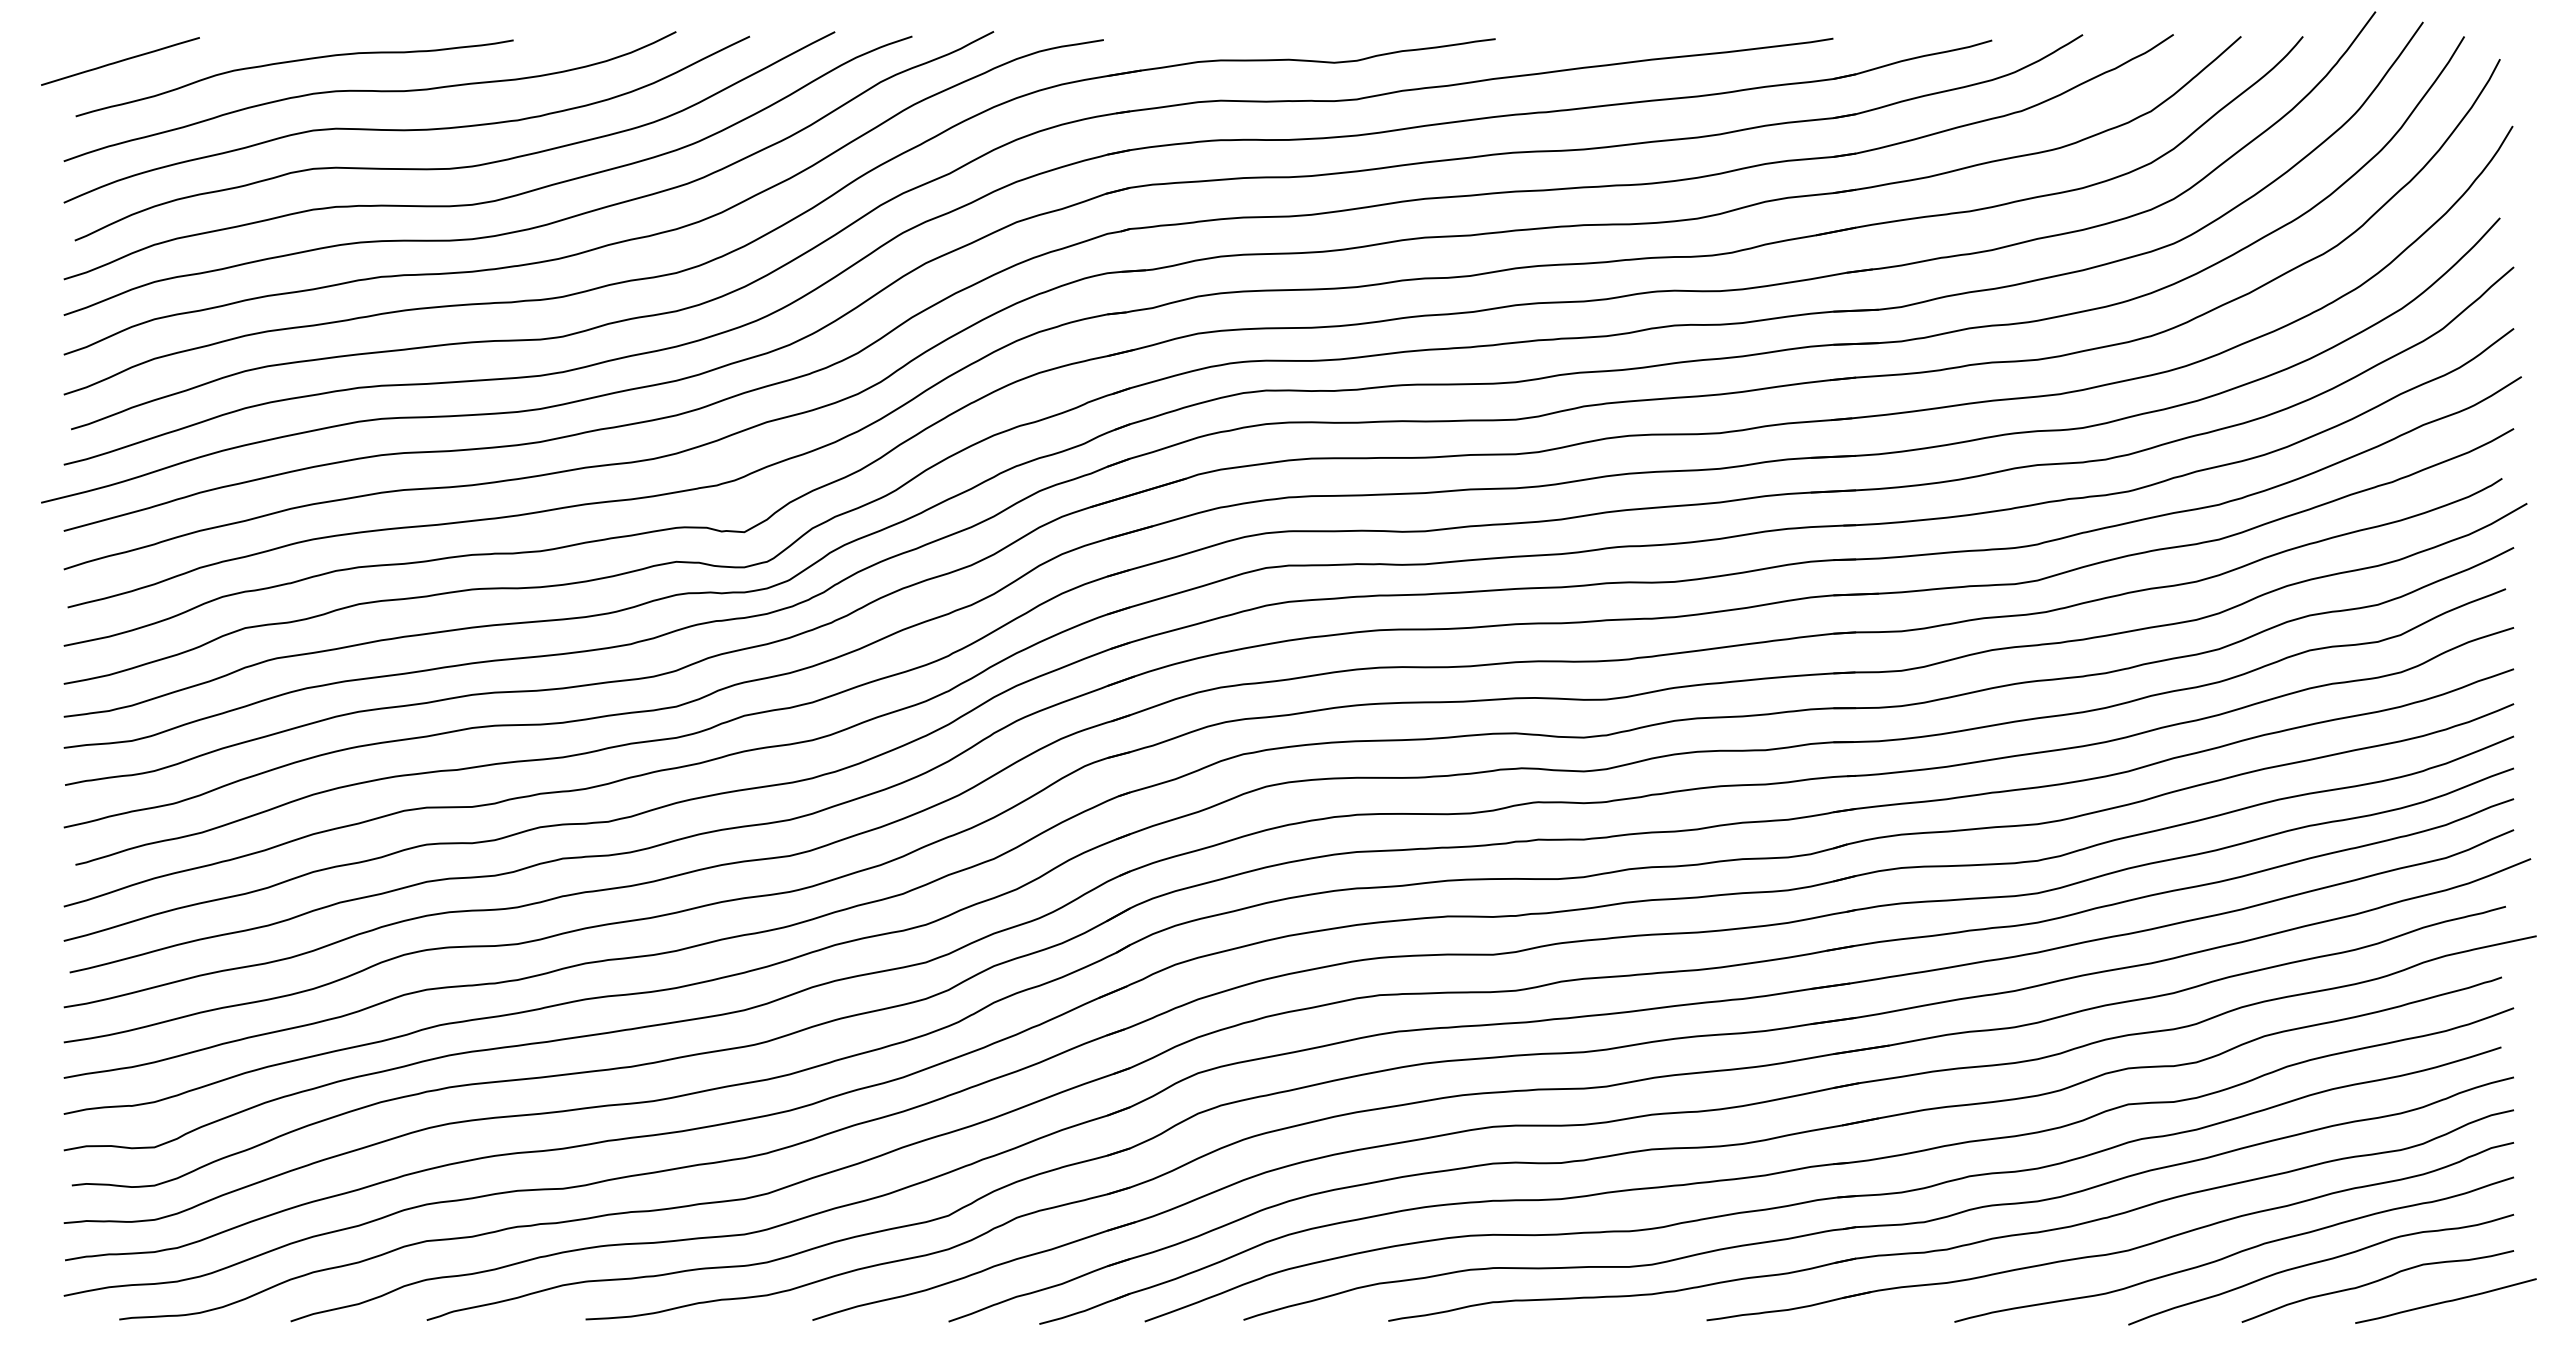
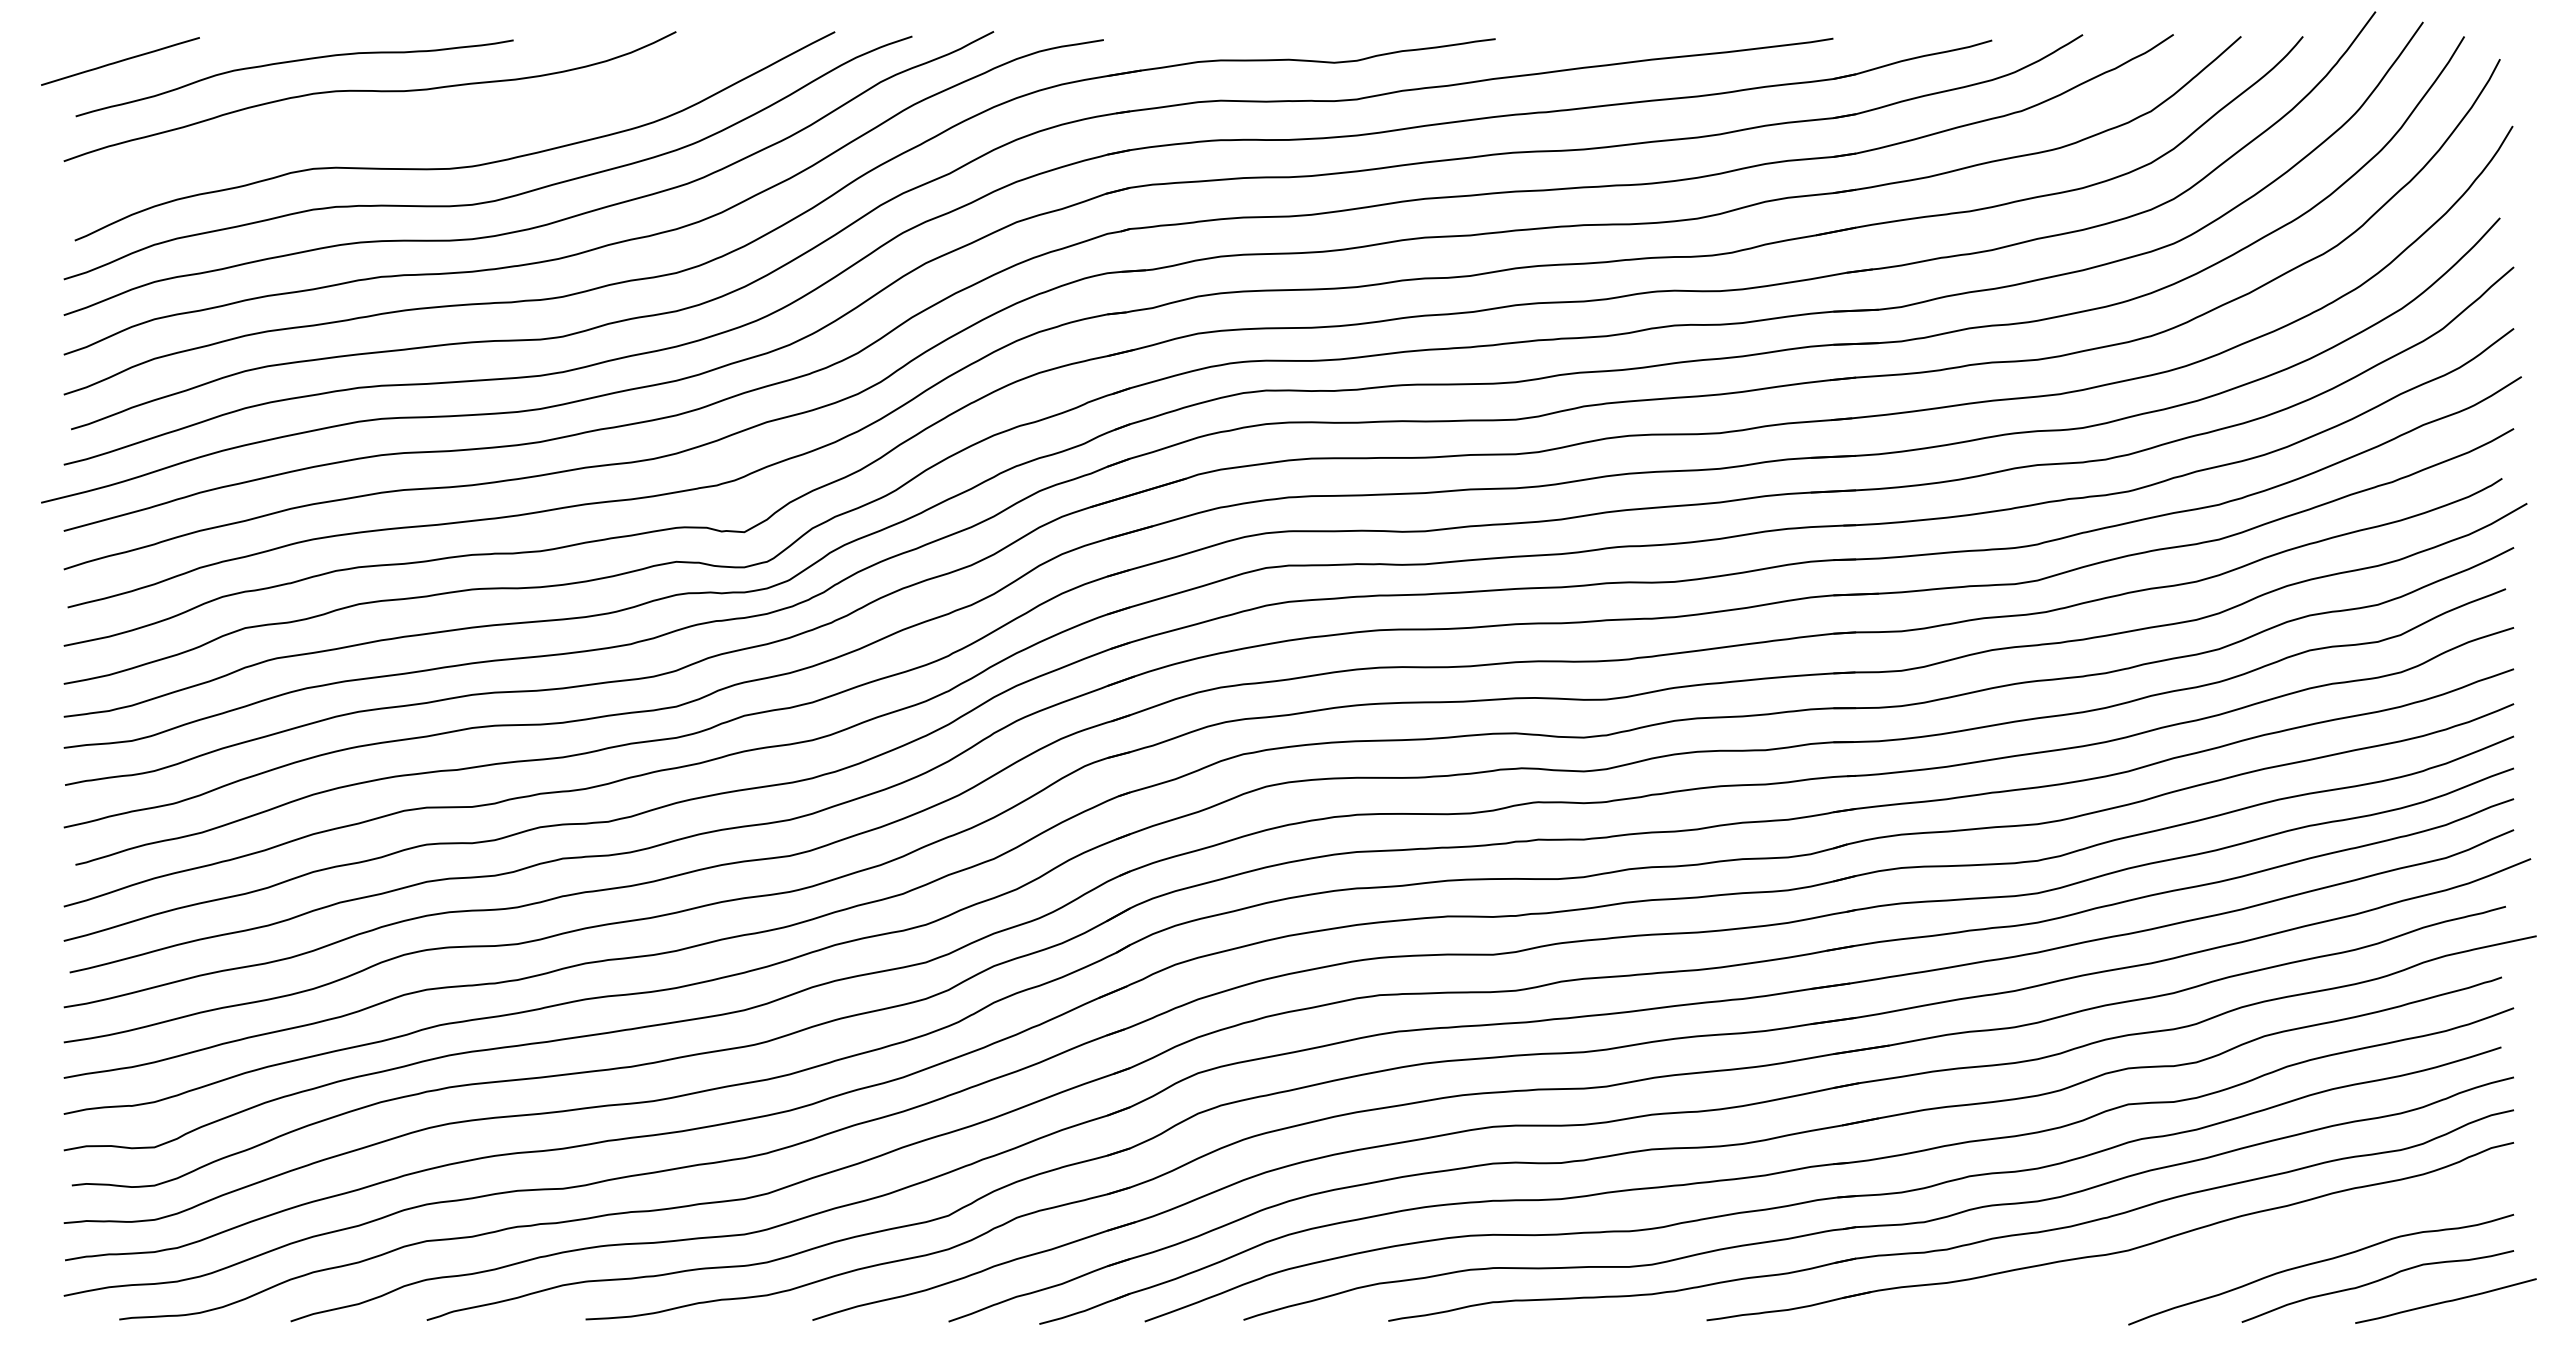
curve at (406, 129): present -> none
curve at (2235, 1252): present -> none
